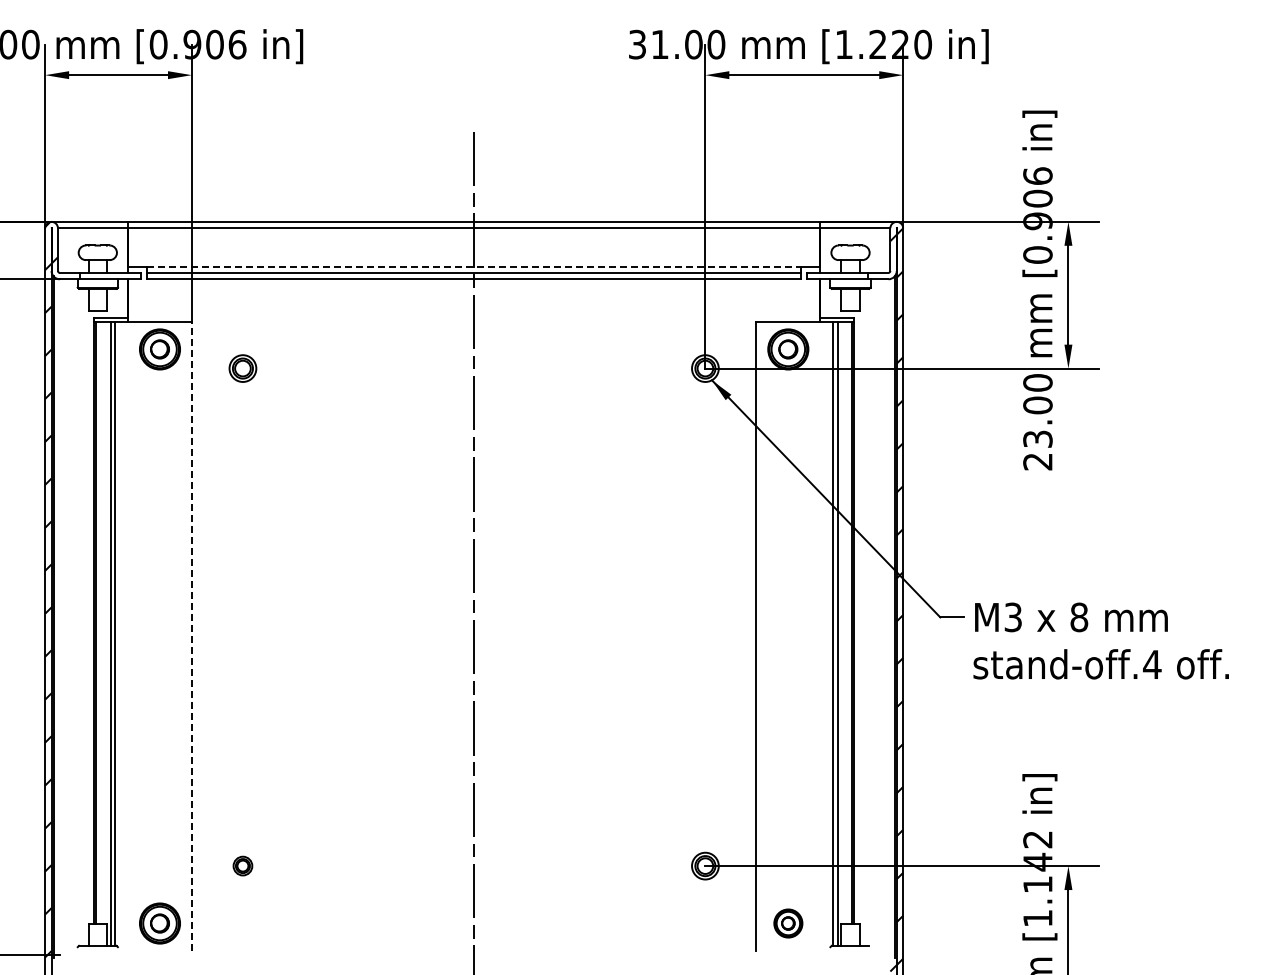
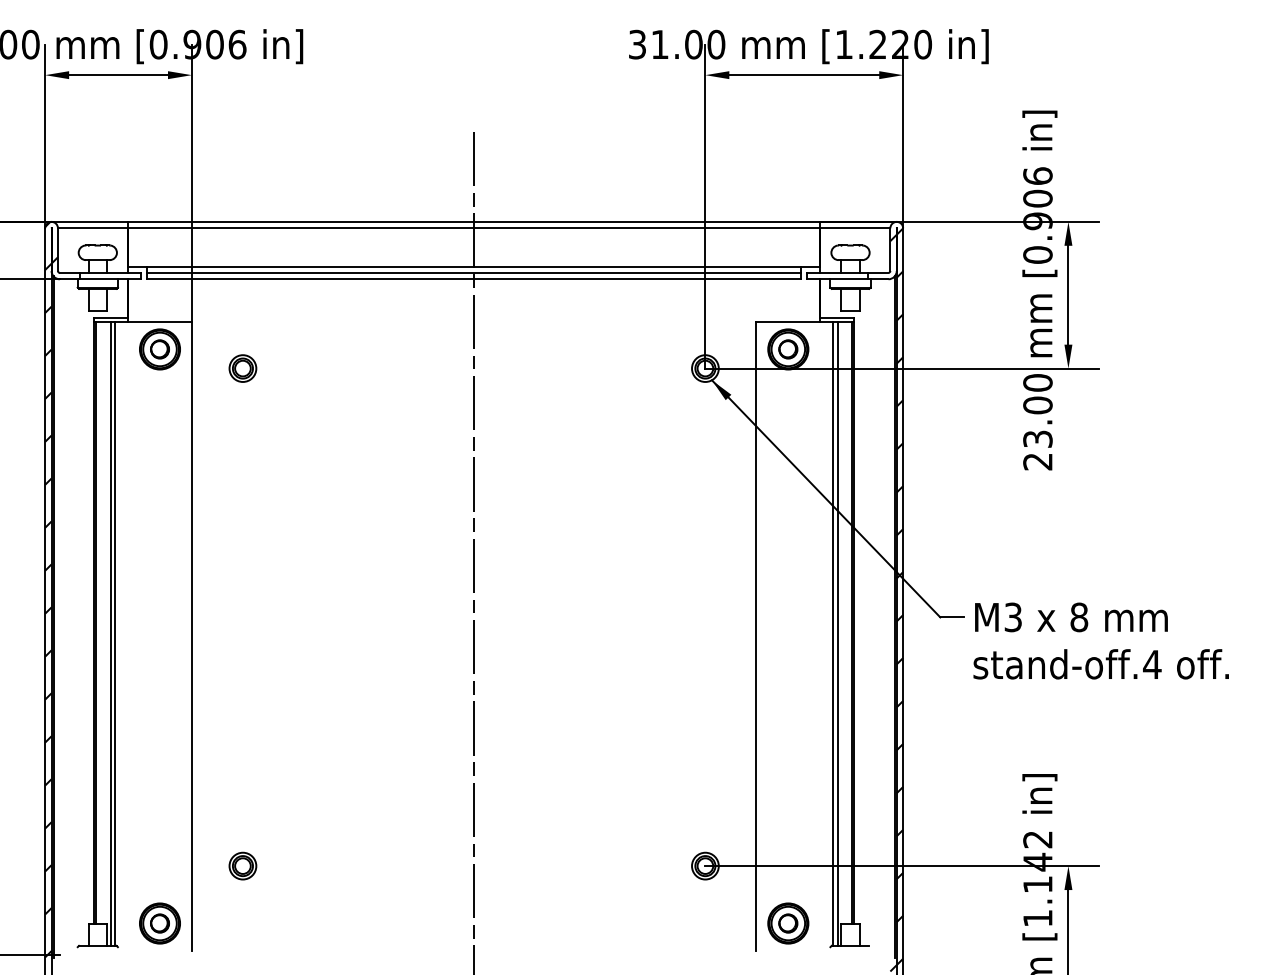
line at (474, 266): dashed -> solid
line at (191, 636): dashed -> solid
part at (242, 865) size: 22x22 px -> 30x30 px
part at (788, 923) size: 31x31 px -> 43x43 px
